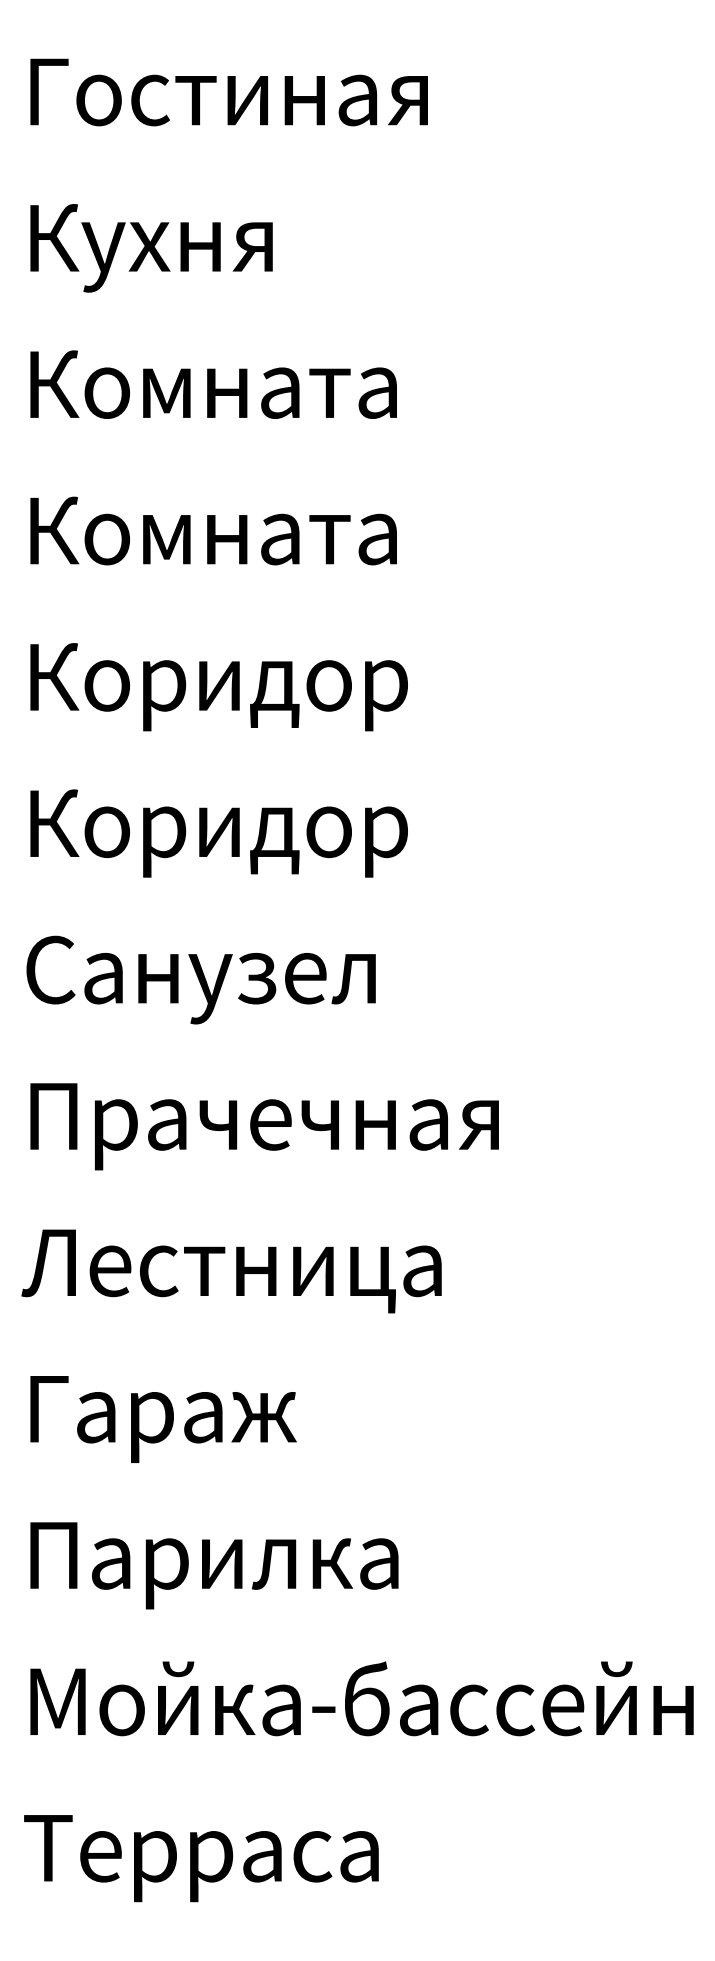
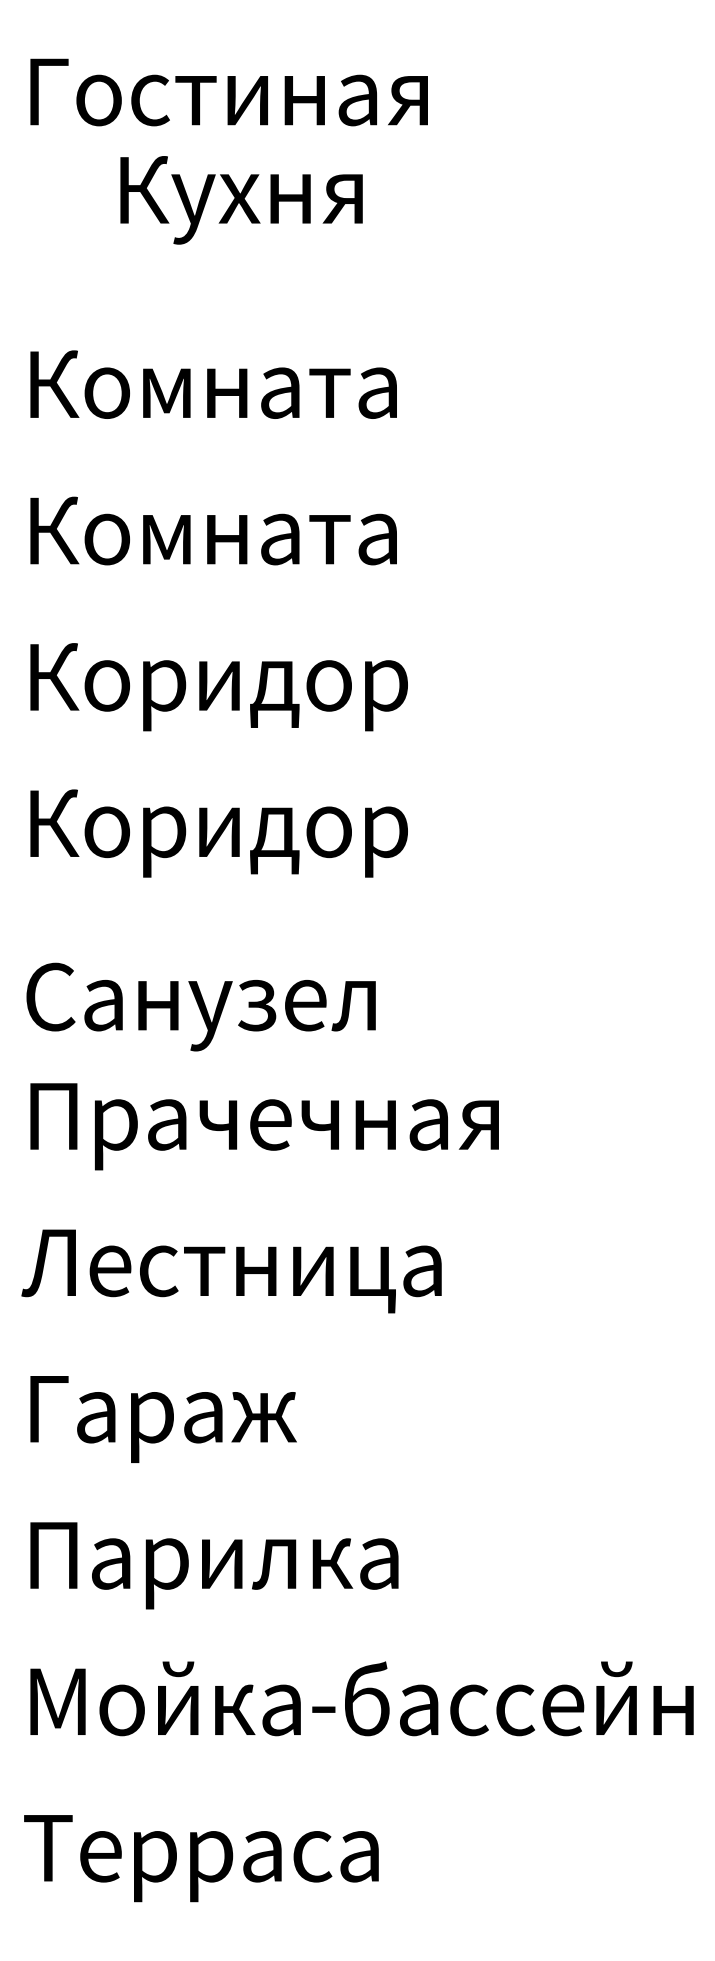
text at (151, 248) position: (151, 248) -> (241, 200)
text at (200, 979) position: (200, 979) -> (200, 1006)
